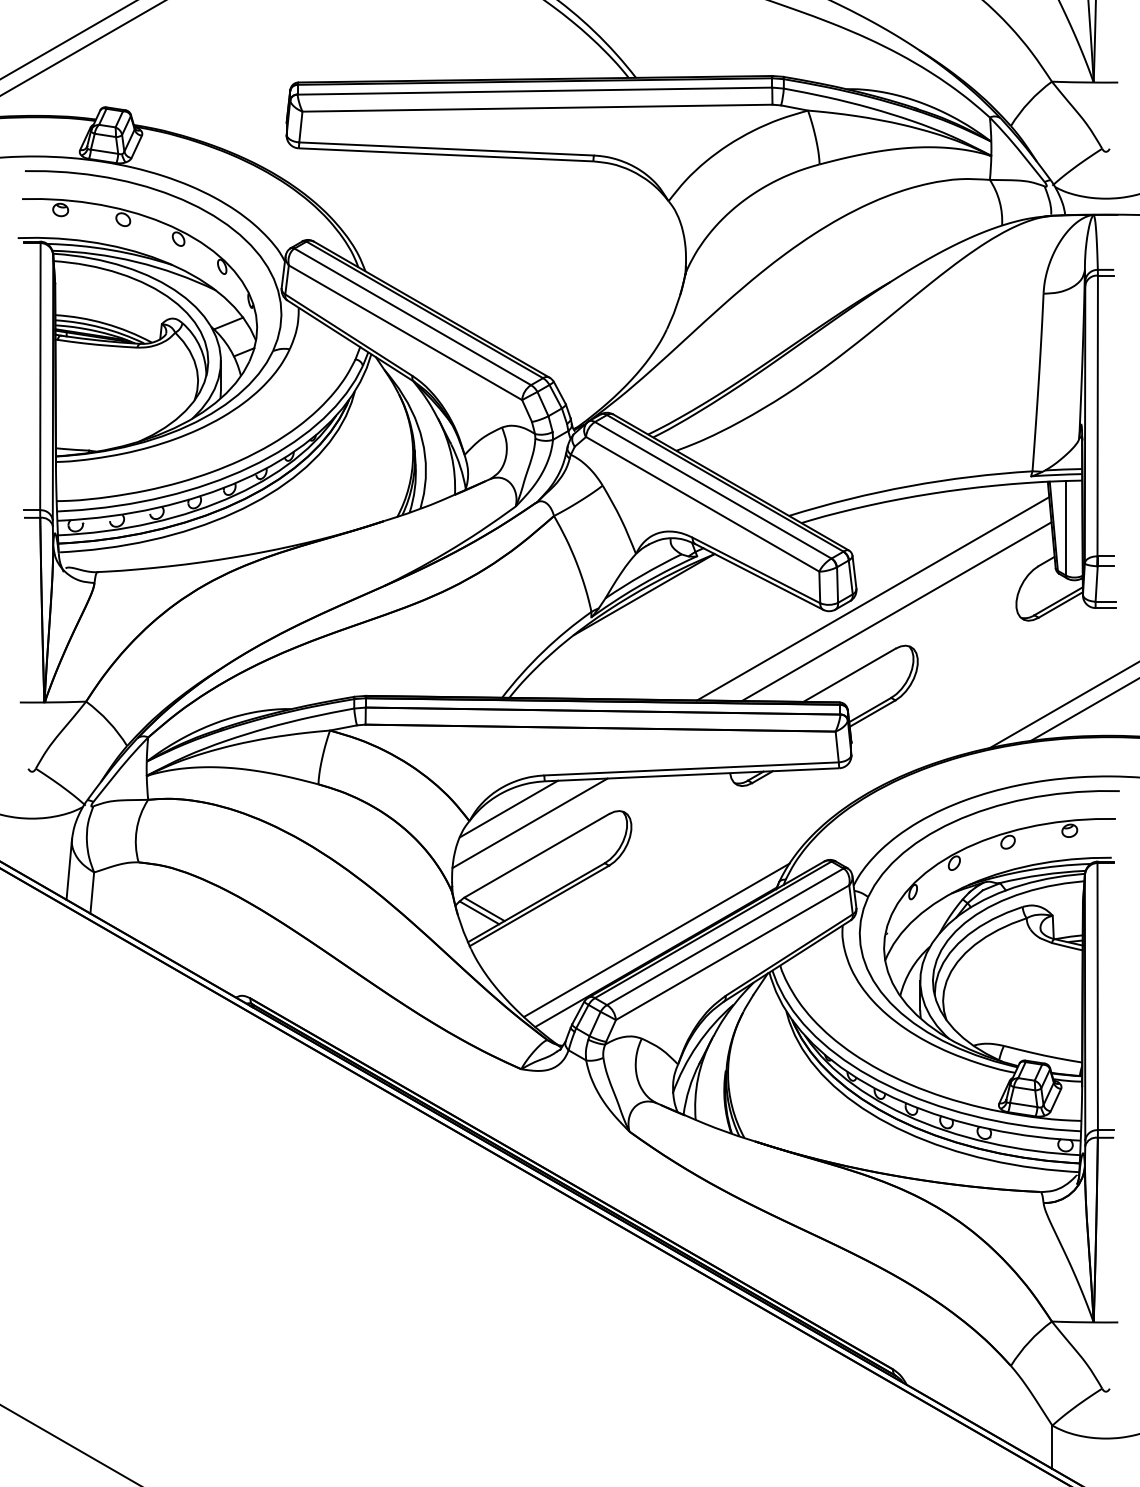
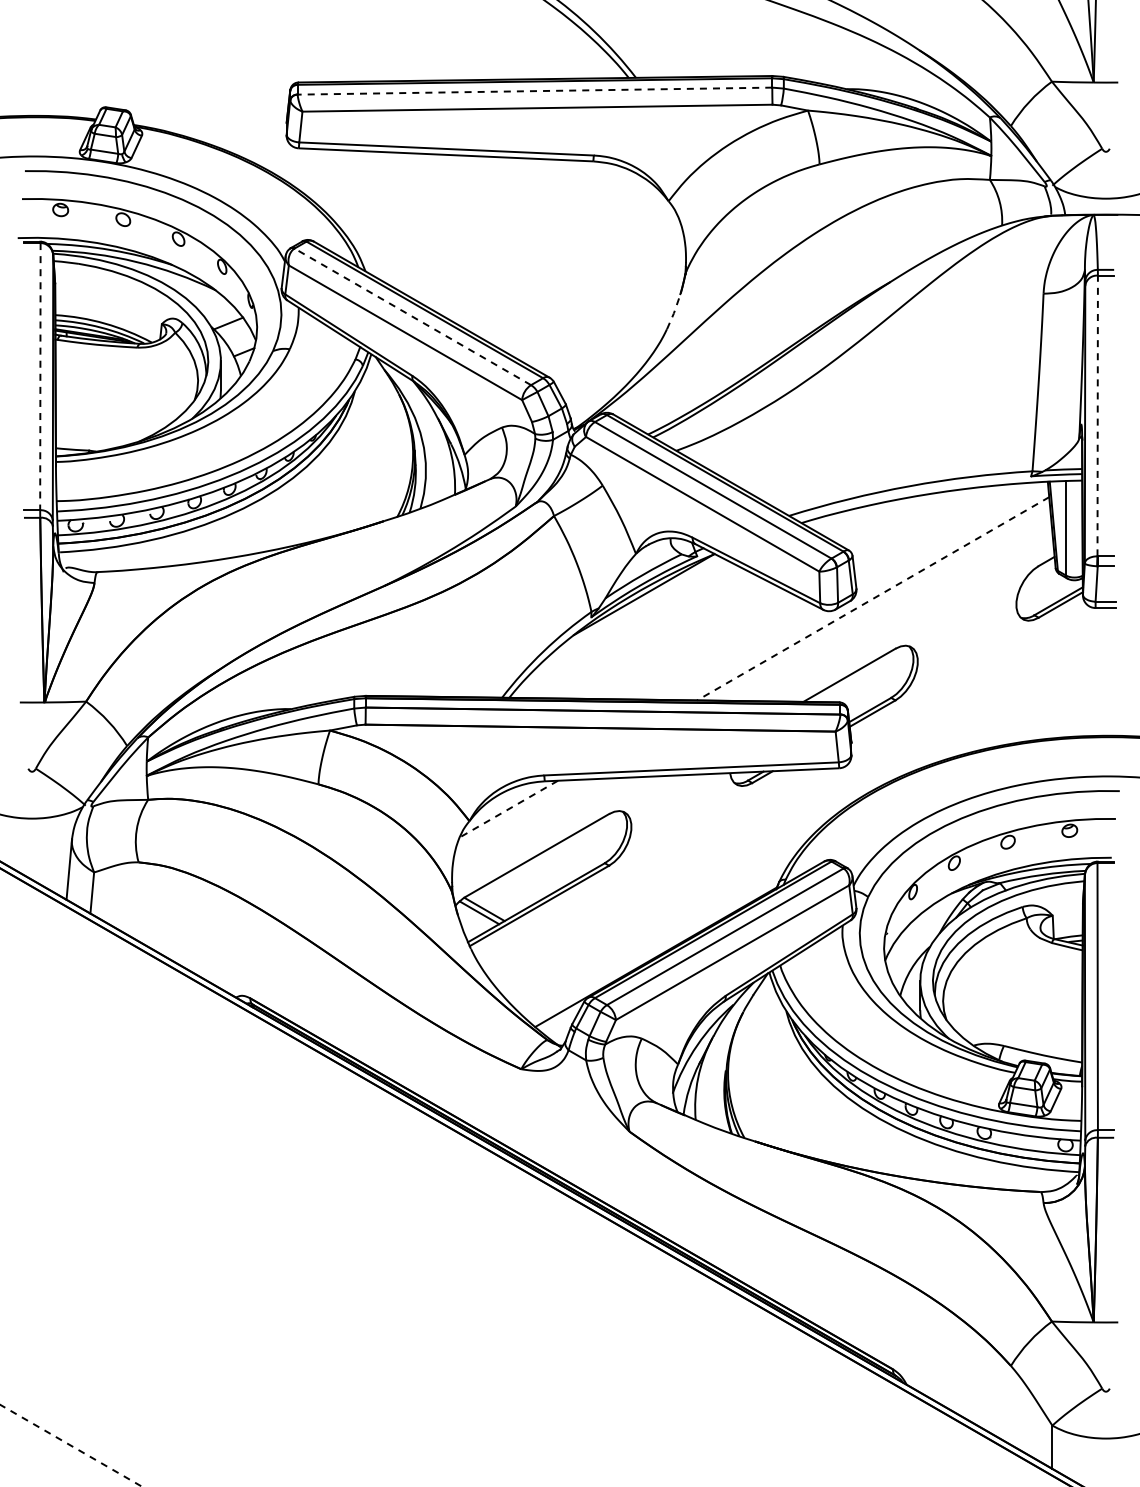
line at (67, 40): present -> none
line at (82, 48): present -> none
line at (534, 91): solid -> dashed
line at (674, 312): solid -> dashed
line at (412, 316): solid -> dashed
line at (40, 376): solid -> dashed
line at (1097, 415): solid -> dashed
line at (872, 599): solid -> dashed
line at (896, 611): present -> none
line at (1062, 705): present -> none
line at (1083, 710): present -> none
line at (509, 809): solid -> dashed
line at (529, 823): present -> none
line at (656, 939): present -> none
line at (71, 1445): solid -> dashed
